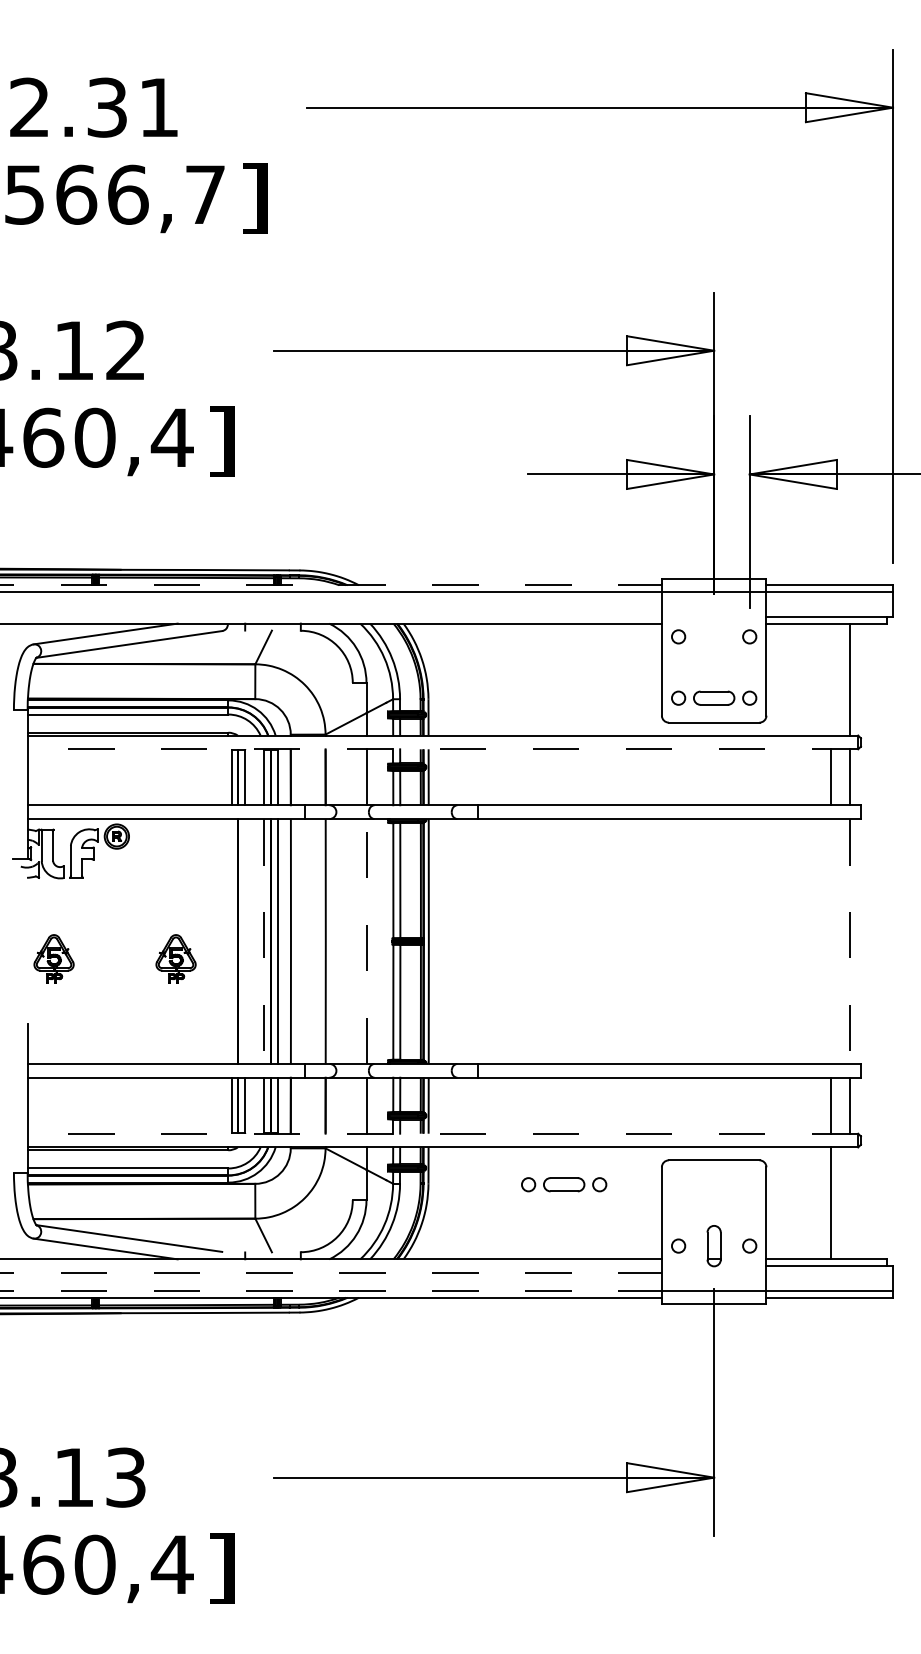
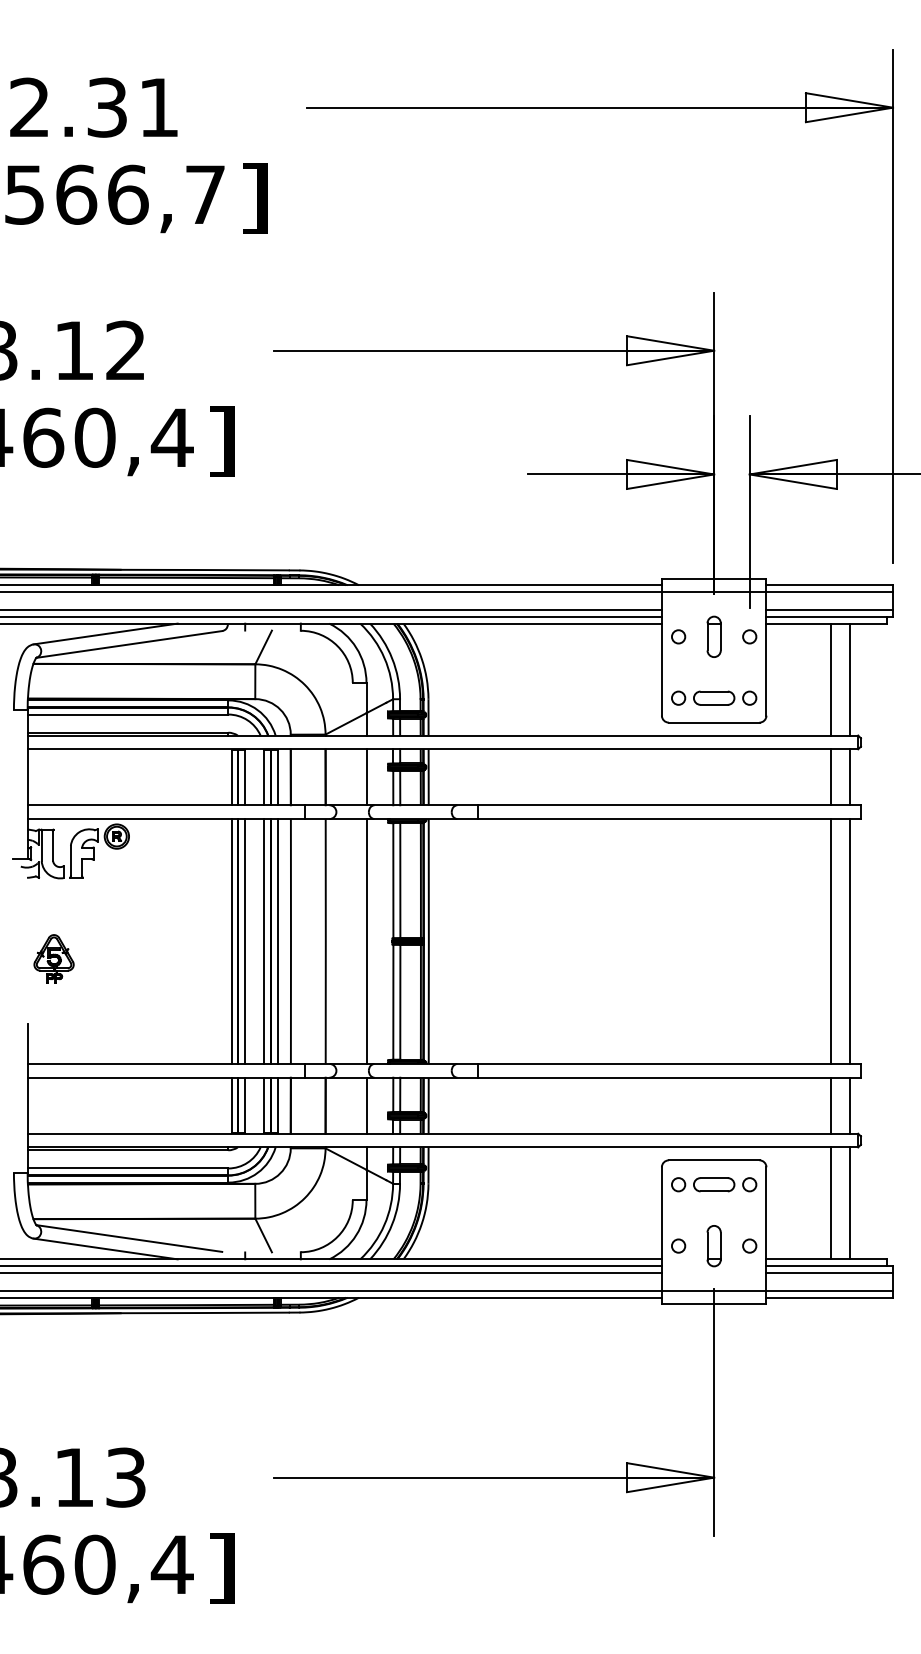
line at (331, 585): dashed -> solid
line at (331, 609): none -> present
line at (829, 609): none -> present
line at (331, 616): none -> present
part at (713, 636): none -> present
line at (831, 679): none -> present
line at (442, 749): dashed -> solid
line at (231, 941): none -> present
line at (245, 941): none -> present
line at (366, 941): dashed -> solid
line at (831, 941): none -> present
line at (263, 942): dashed -> solid
line at (850, 942): dashed -> solid
part at (175, 958): present -> none
line at (442, 1133): dashed -> solid
part at (564, 1184) position: (564, 1184) -> (714, 1184)
line at (850, 1203): none -> present
line at (331, 1266): none -> present
line at (331, 1273): dashed -> solid
line at (829, 1273): none -> present
line at (331, 1290): dashed -> solid
